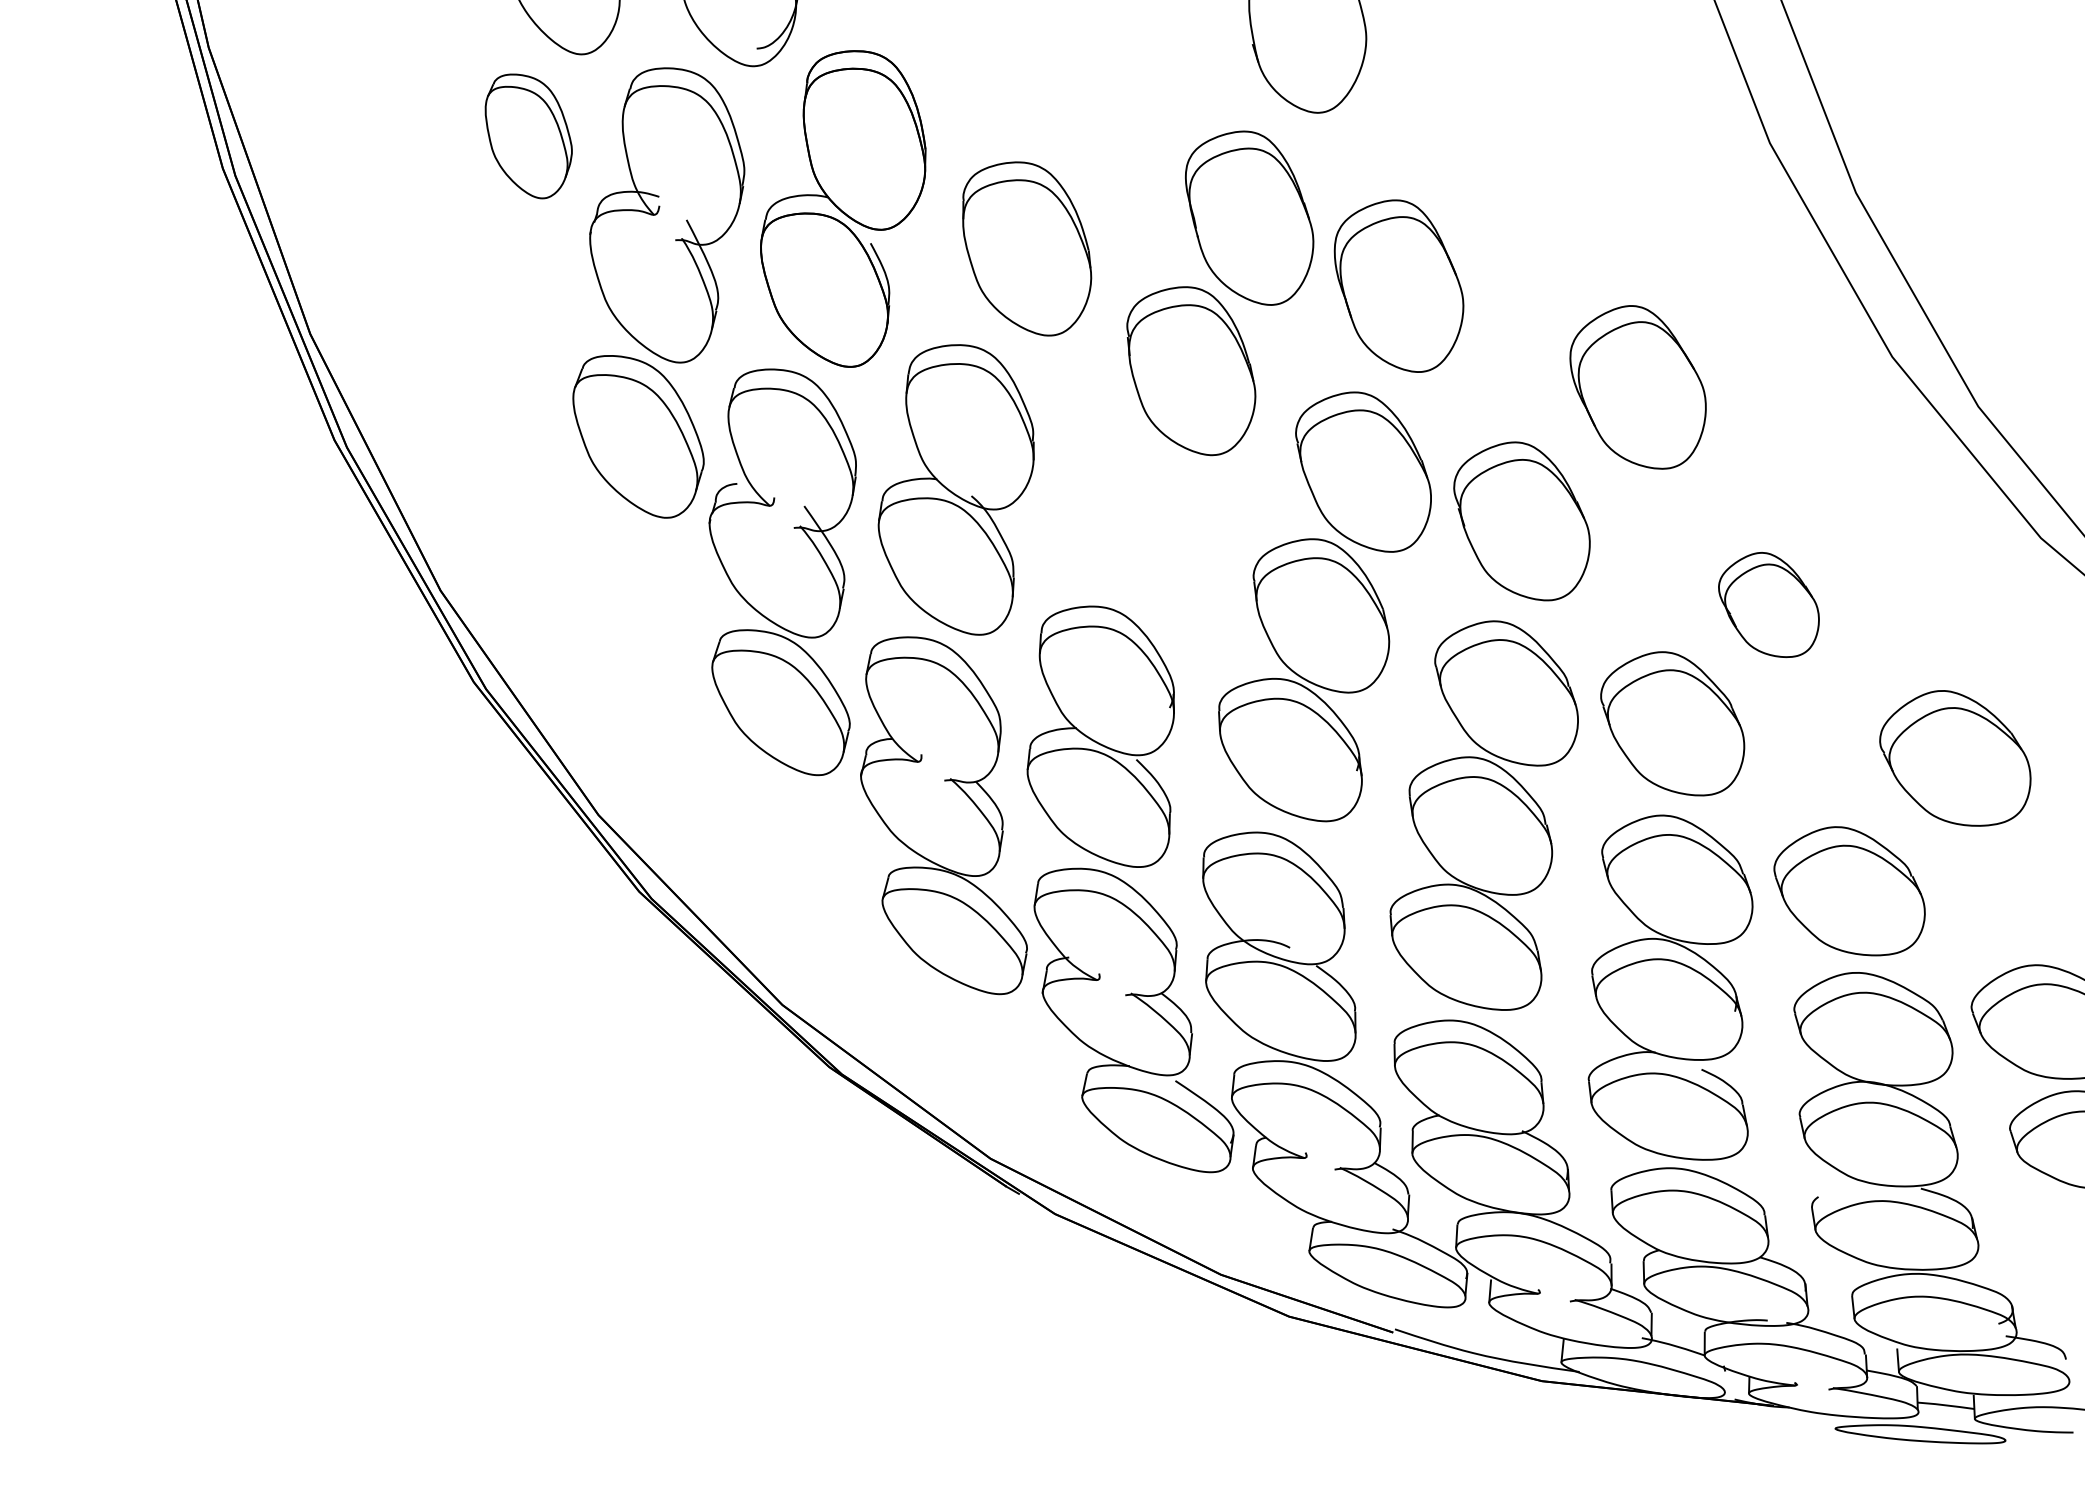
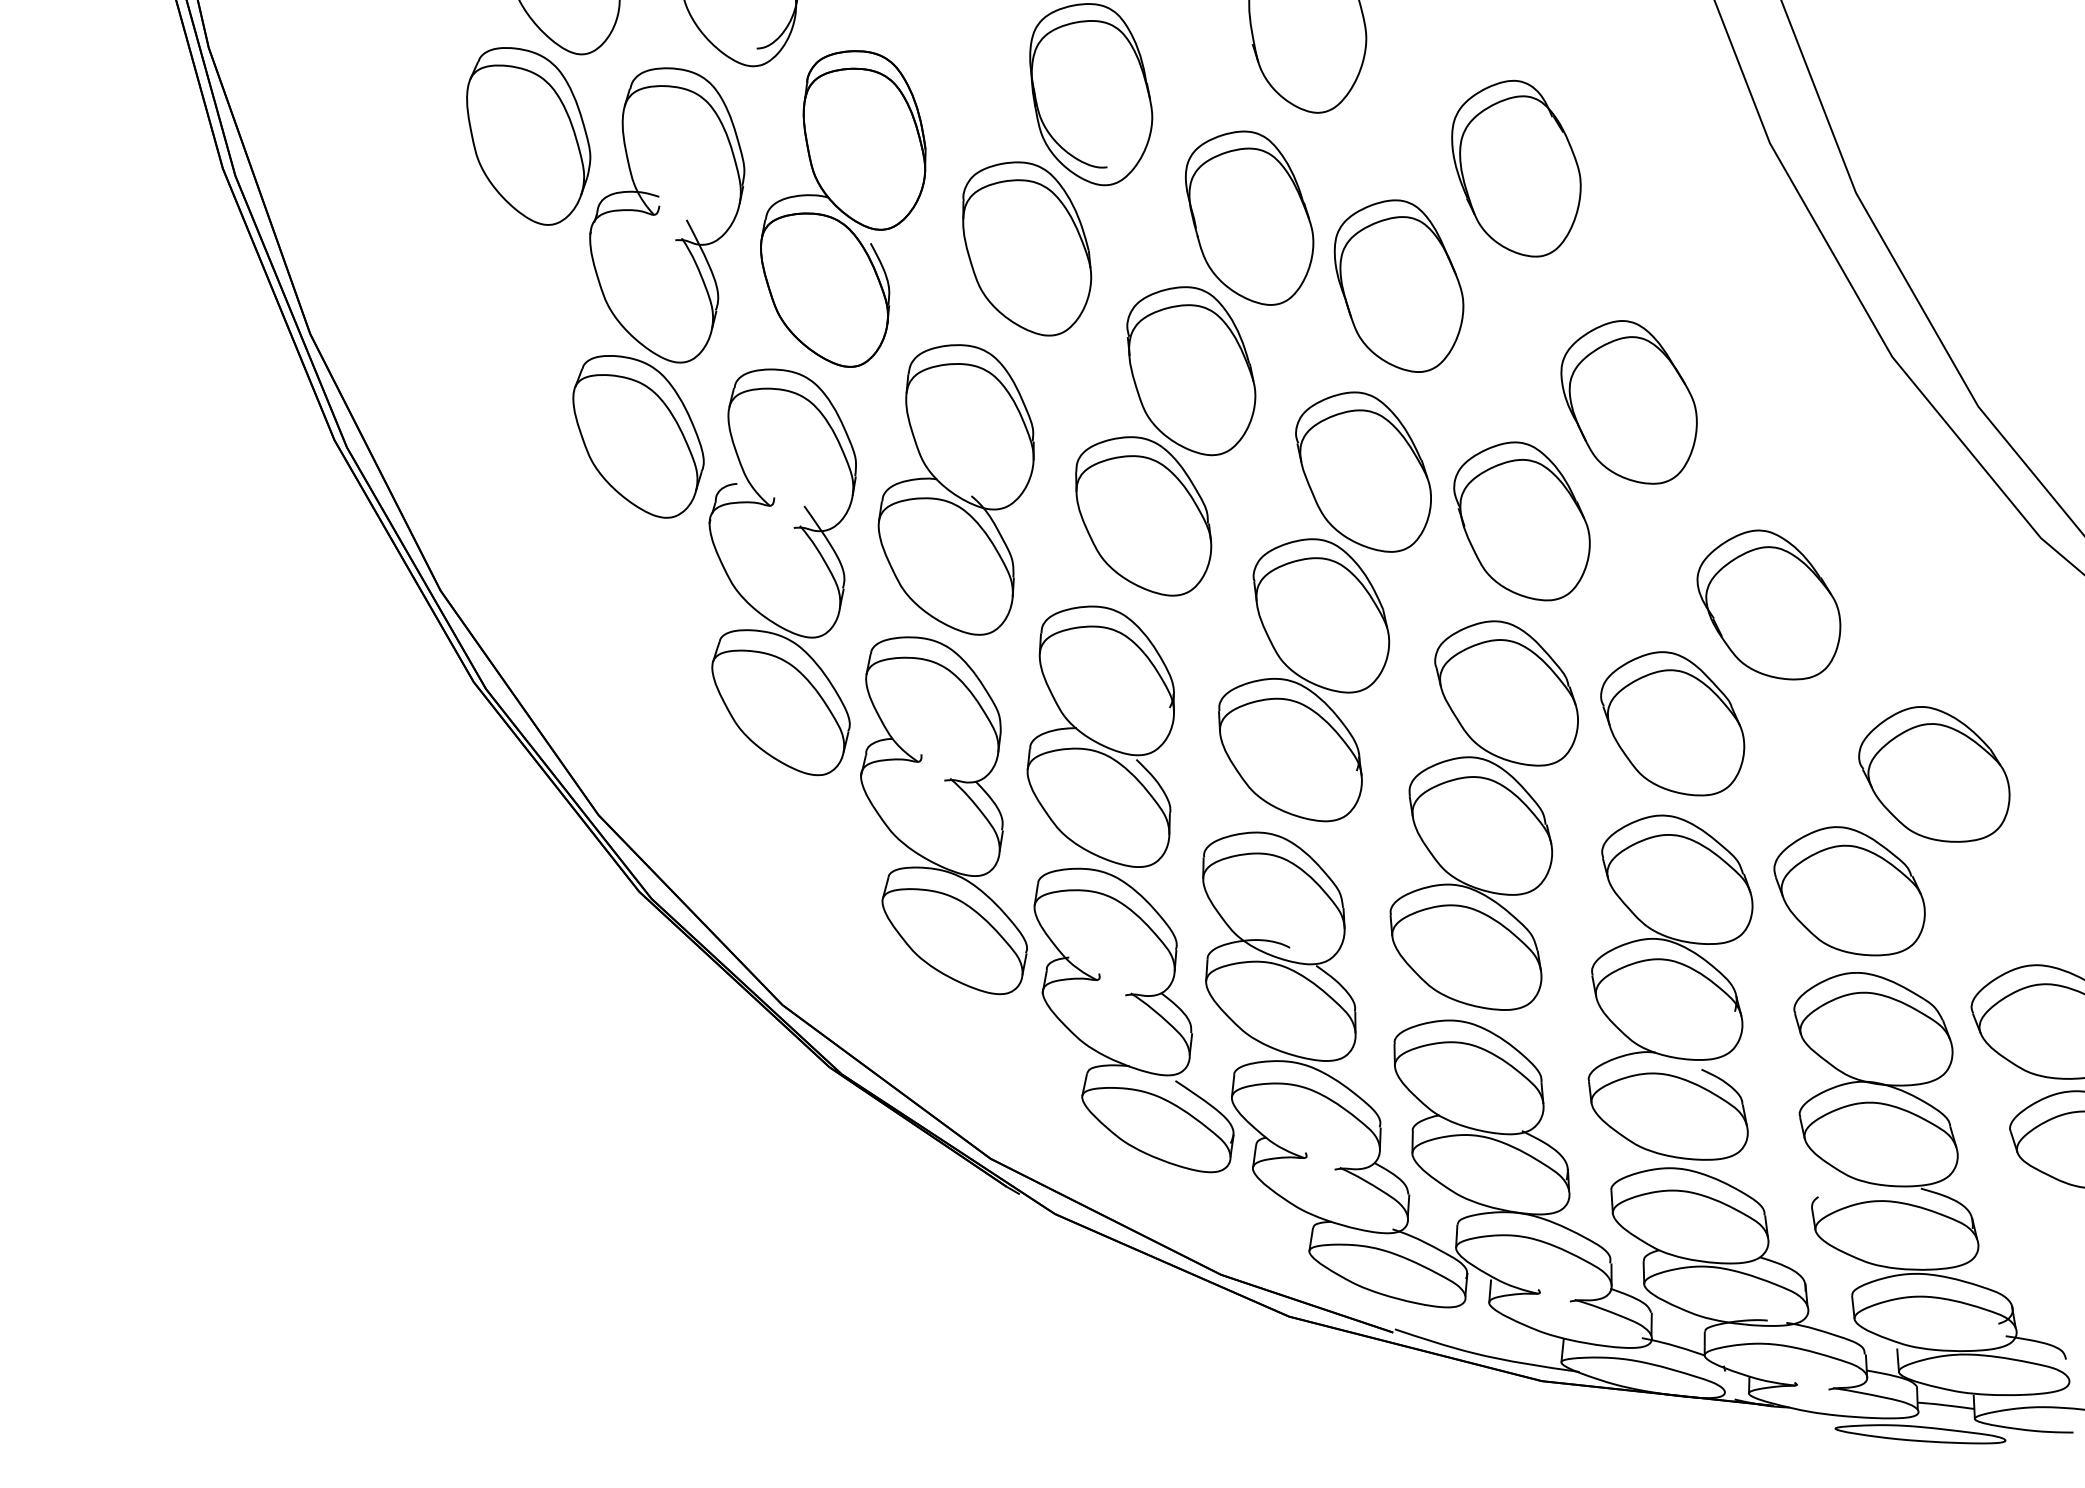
part at (1091, 94): none -> present
part at (528, 136) size: 89x127 px -> 126x179 px
part at (1516, 168): none -> present
part at (1637, 387) position: (1637, 387) -> (1628, 402)
part at (1143, 516): none -> present
part at (1768, 604) size: 102x106 px -> 146x152 px
part at (1955, 758) position: (1955, 758) -> (1934, 774)
